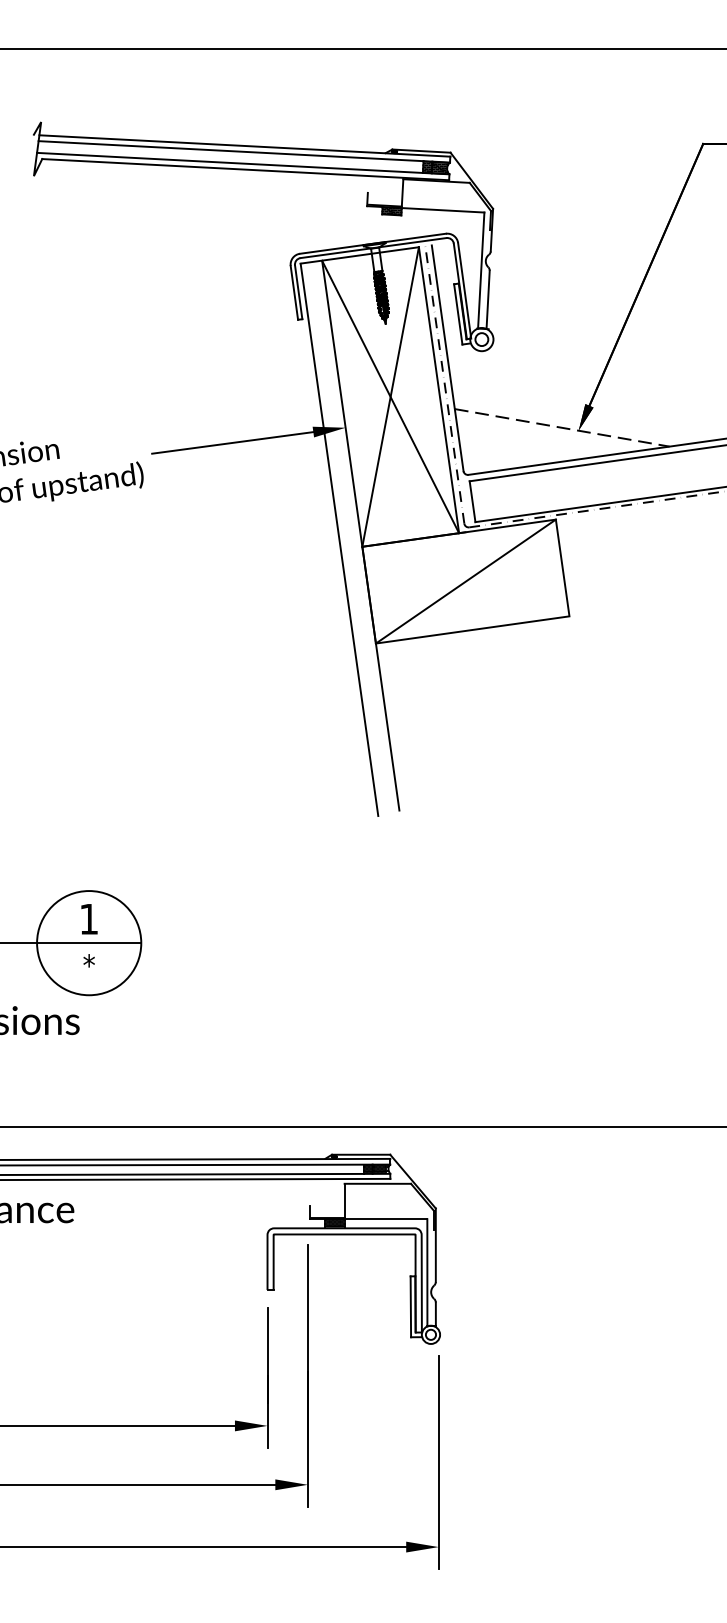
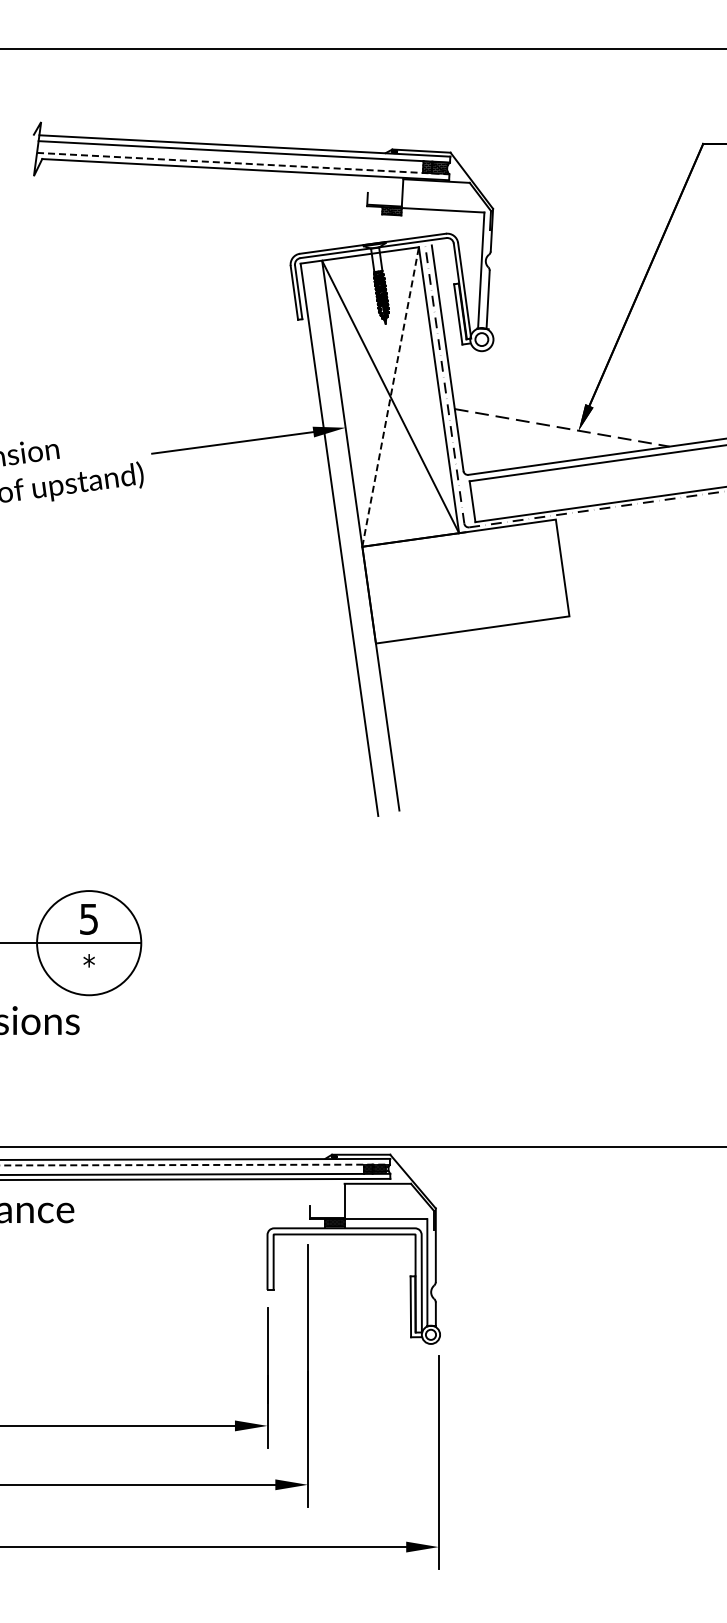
line at (243, 163): solid -> dashed
line at (390, 396): solid -> dashed
line at (465, 581): present -> none
text at (88, 919): 1 -> 5
line at (362, 1126) position: (362, 1126) -> (362, 1146)
line at (195, 1165): solid -> dashed
